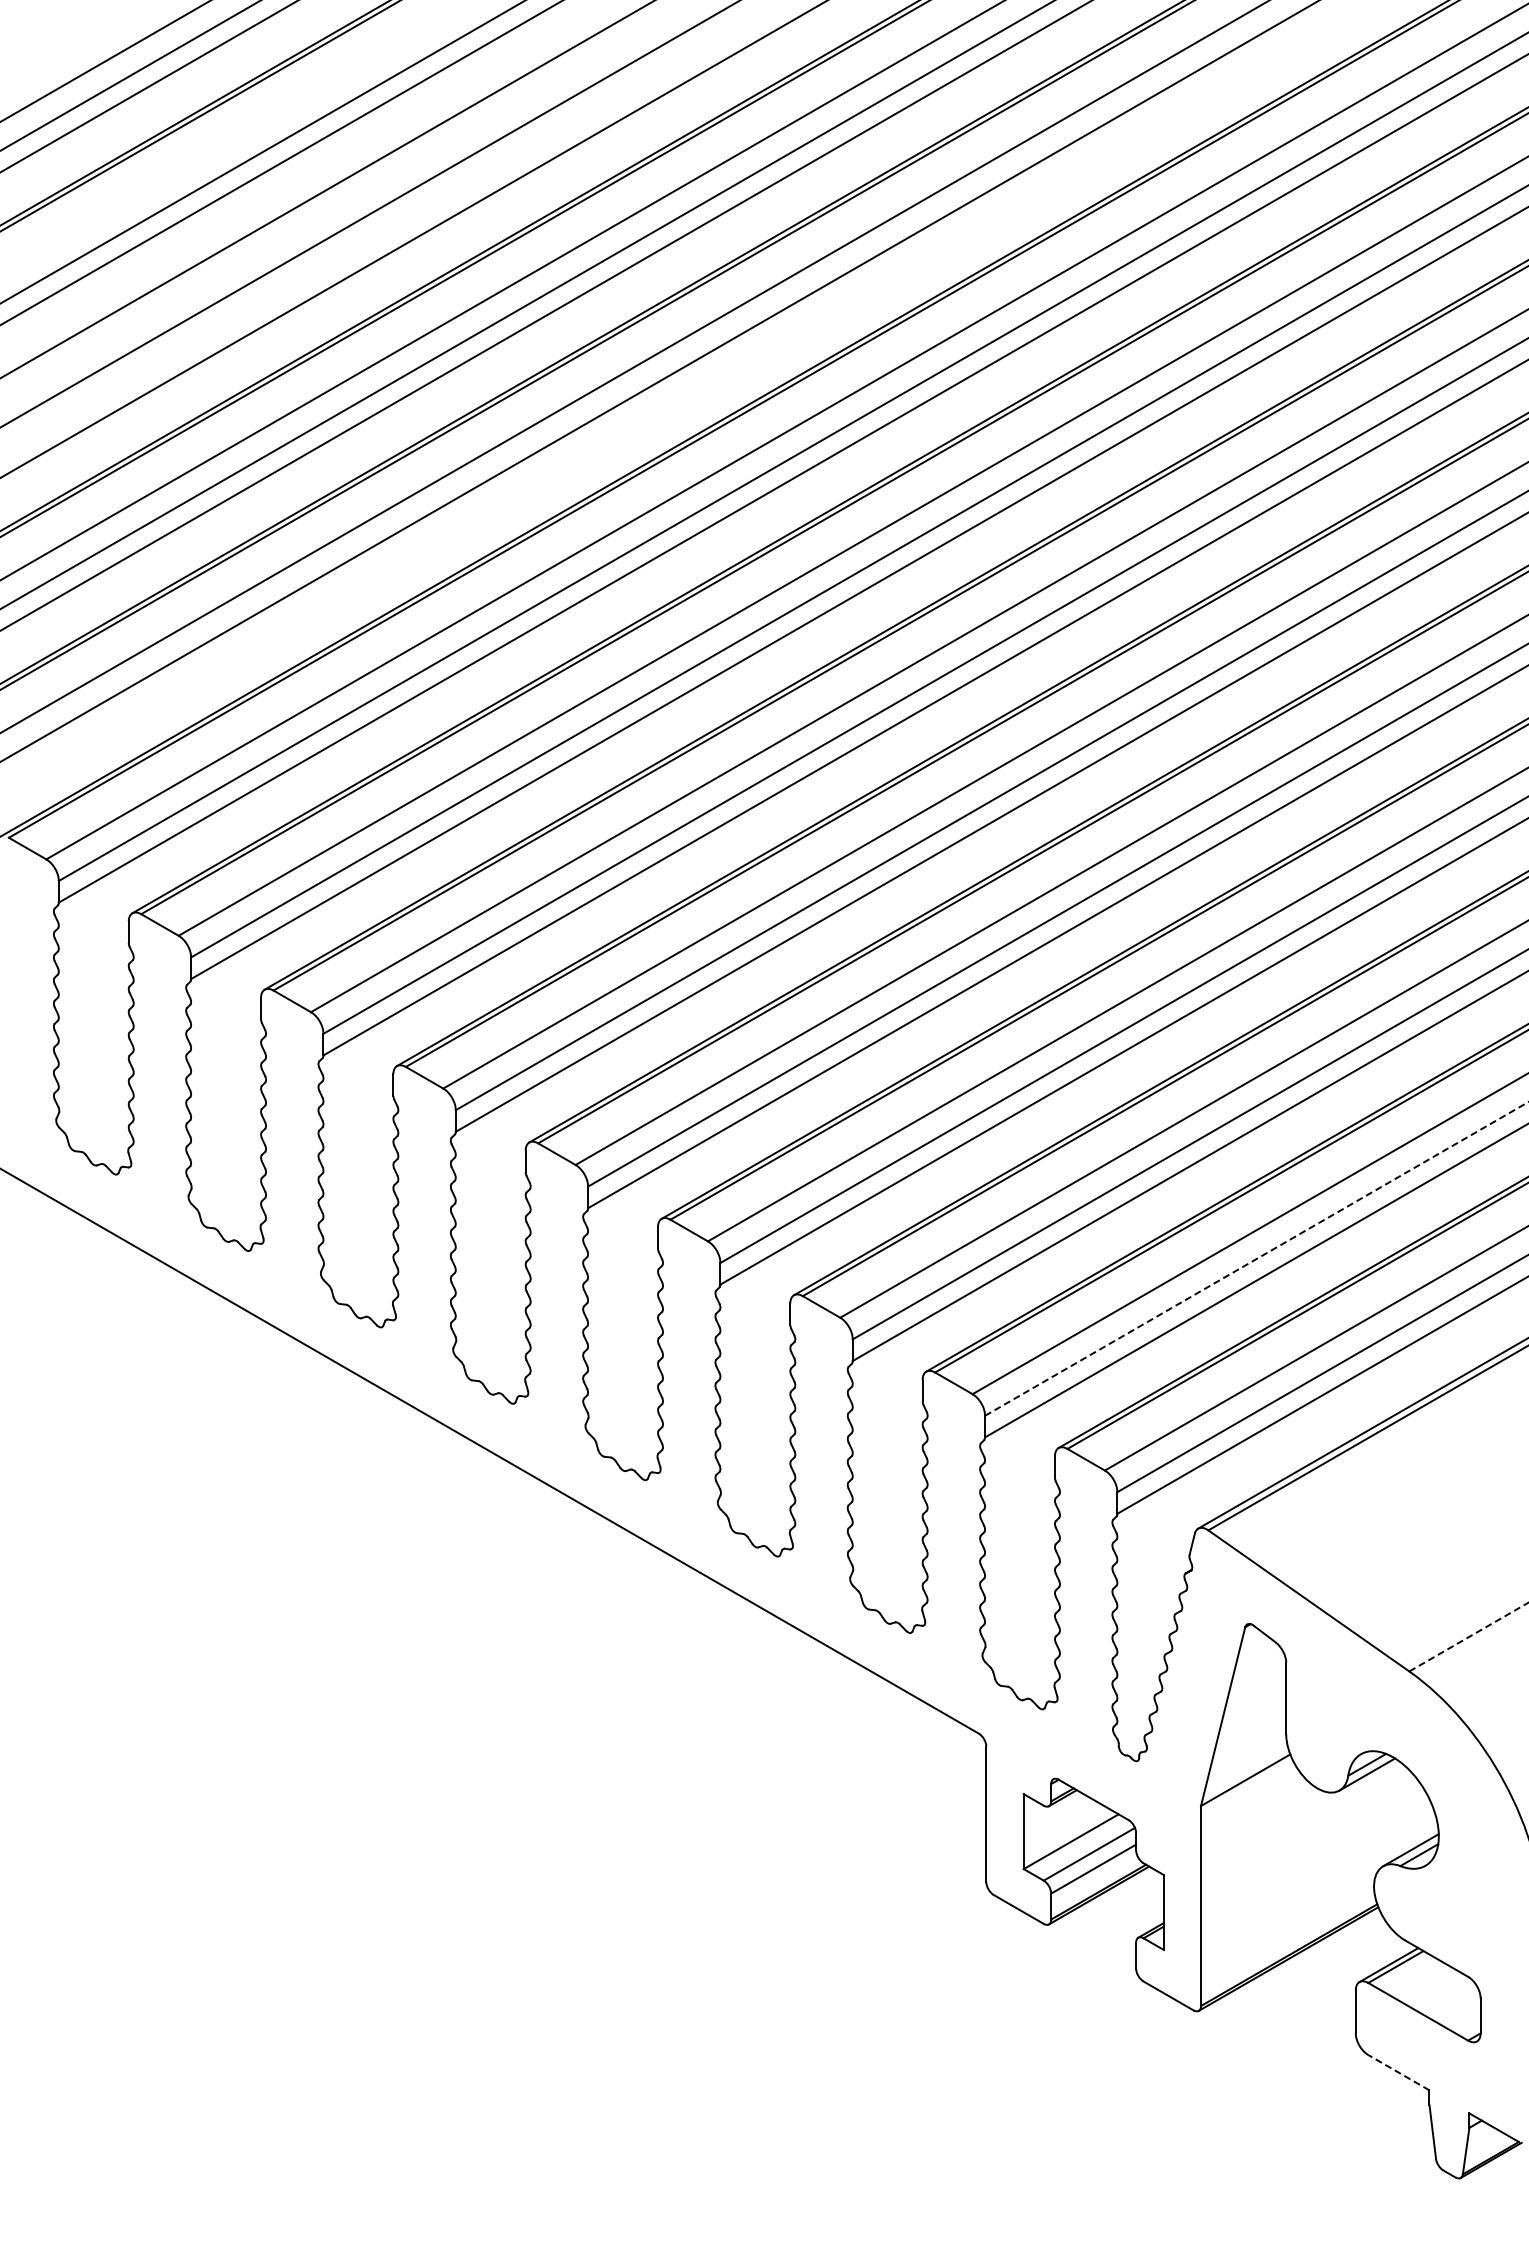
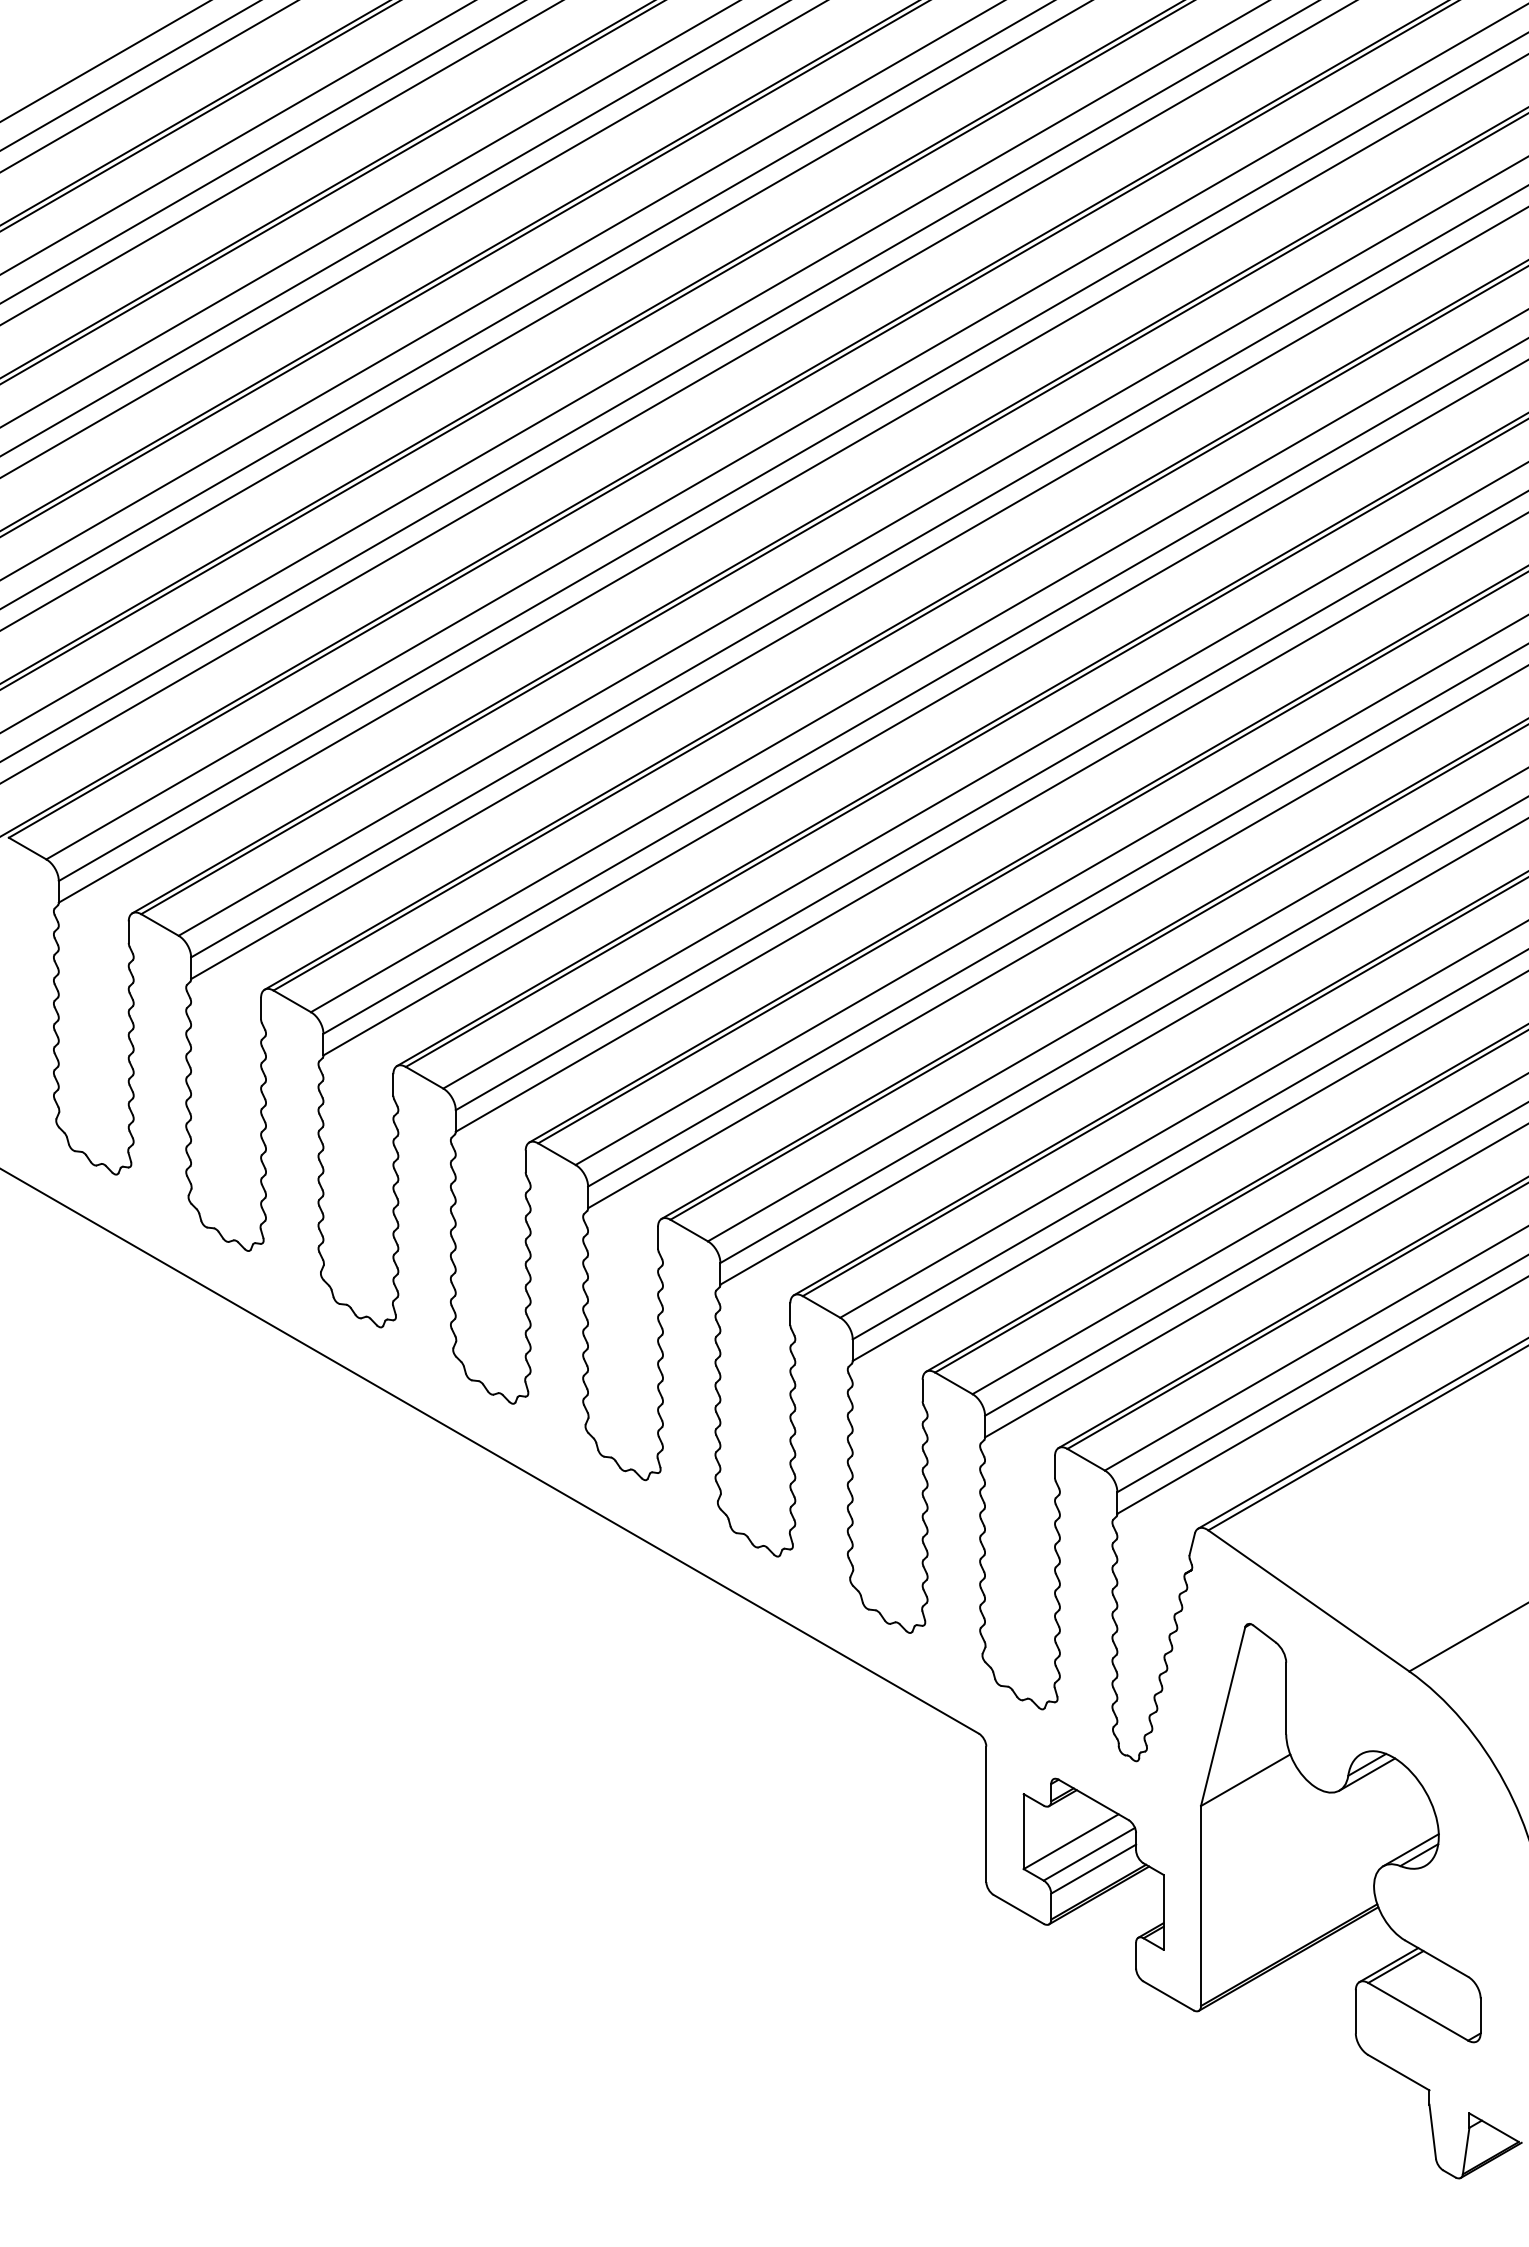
line at (237, 137): none -> present
line at (332, 192): none -> present
line at (394, 228): none -> present
line at (677, 392): none -> present
line at (1256, 1259): dashed -> solid
line at (1469, 1636): dashed -> solid
line at (1398, 2072): dashed -> solid
